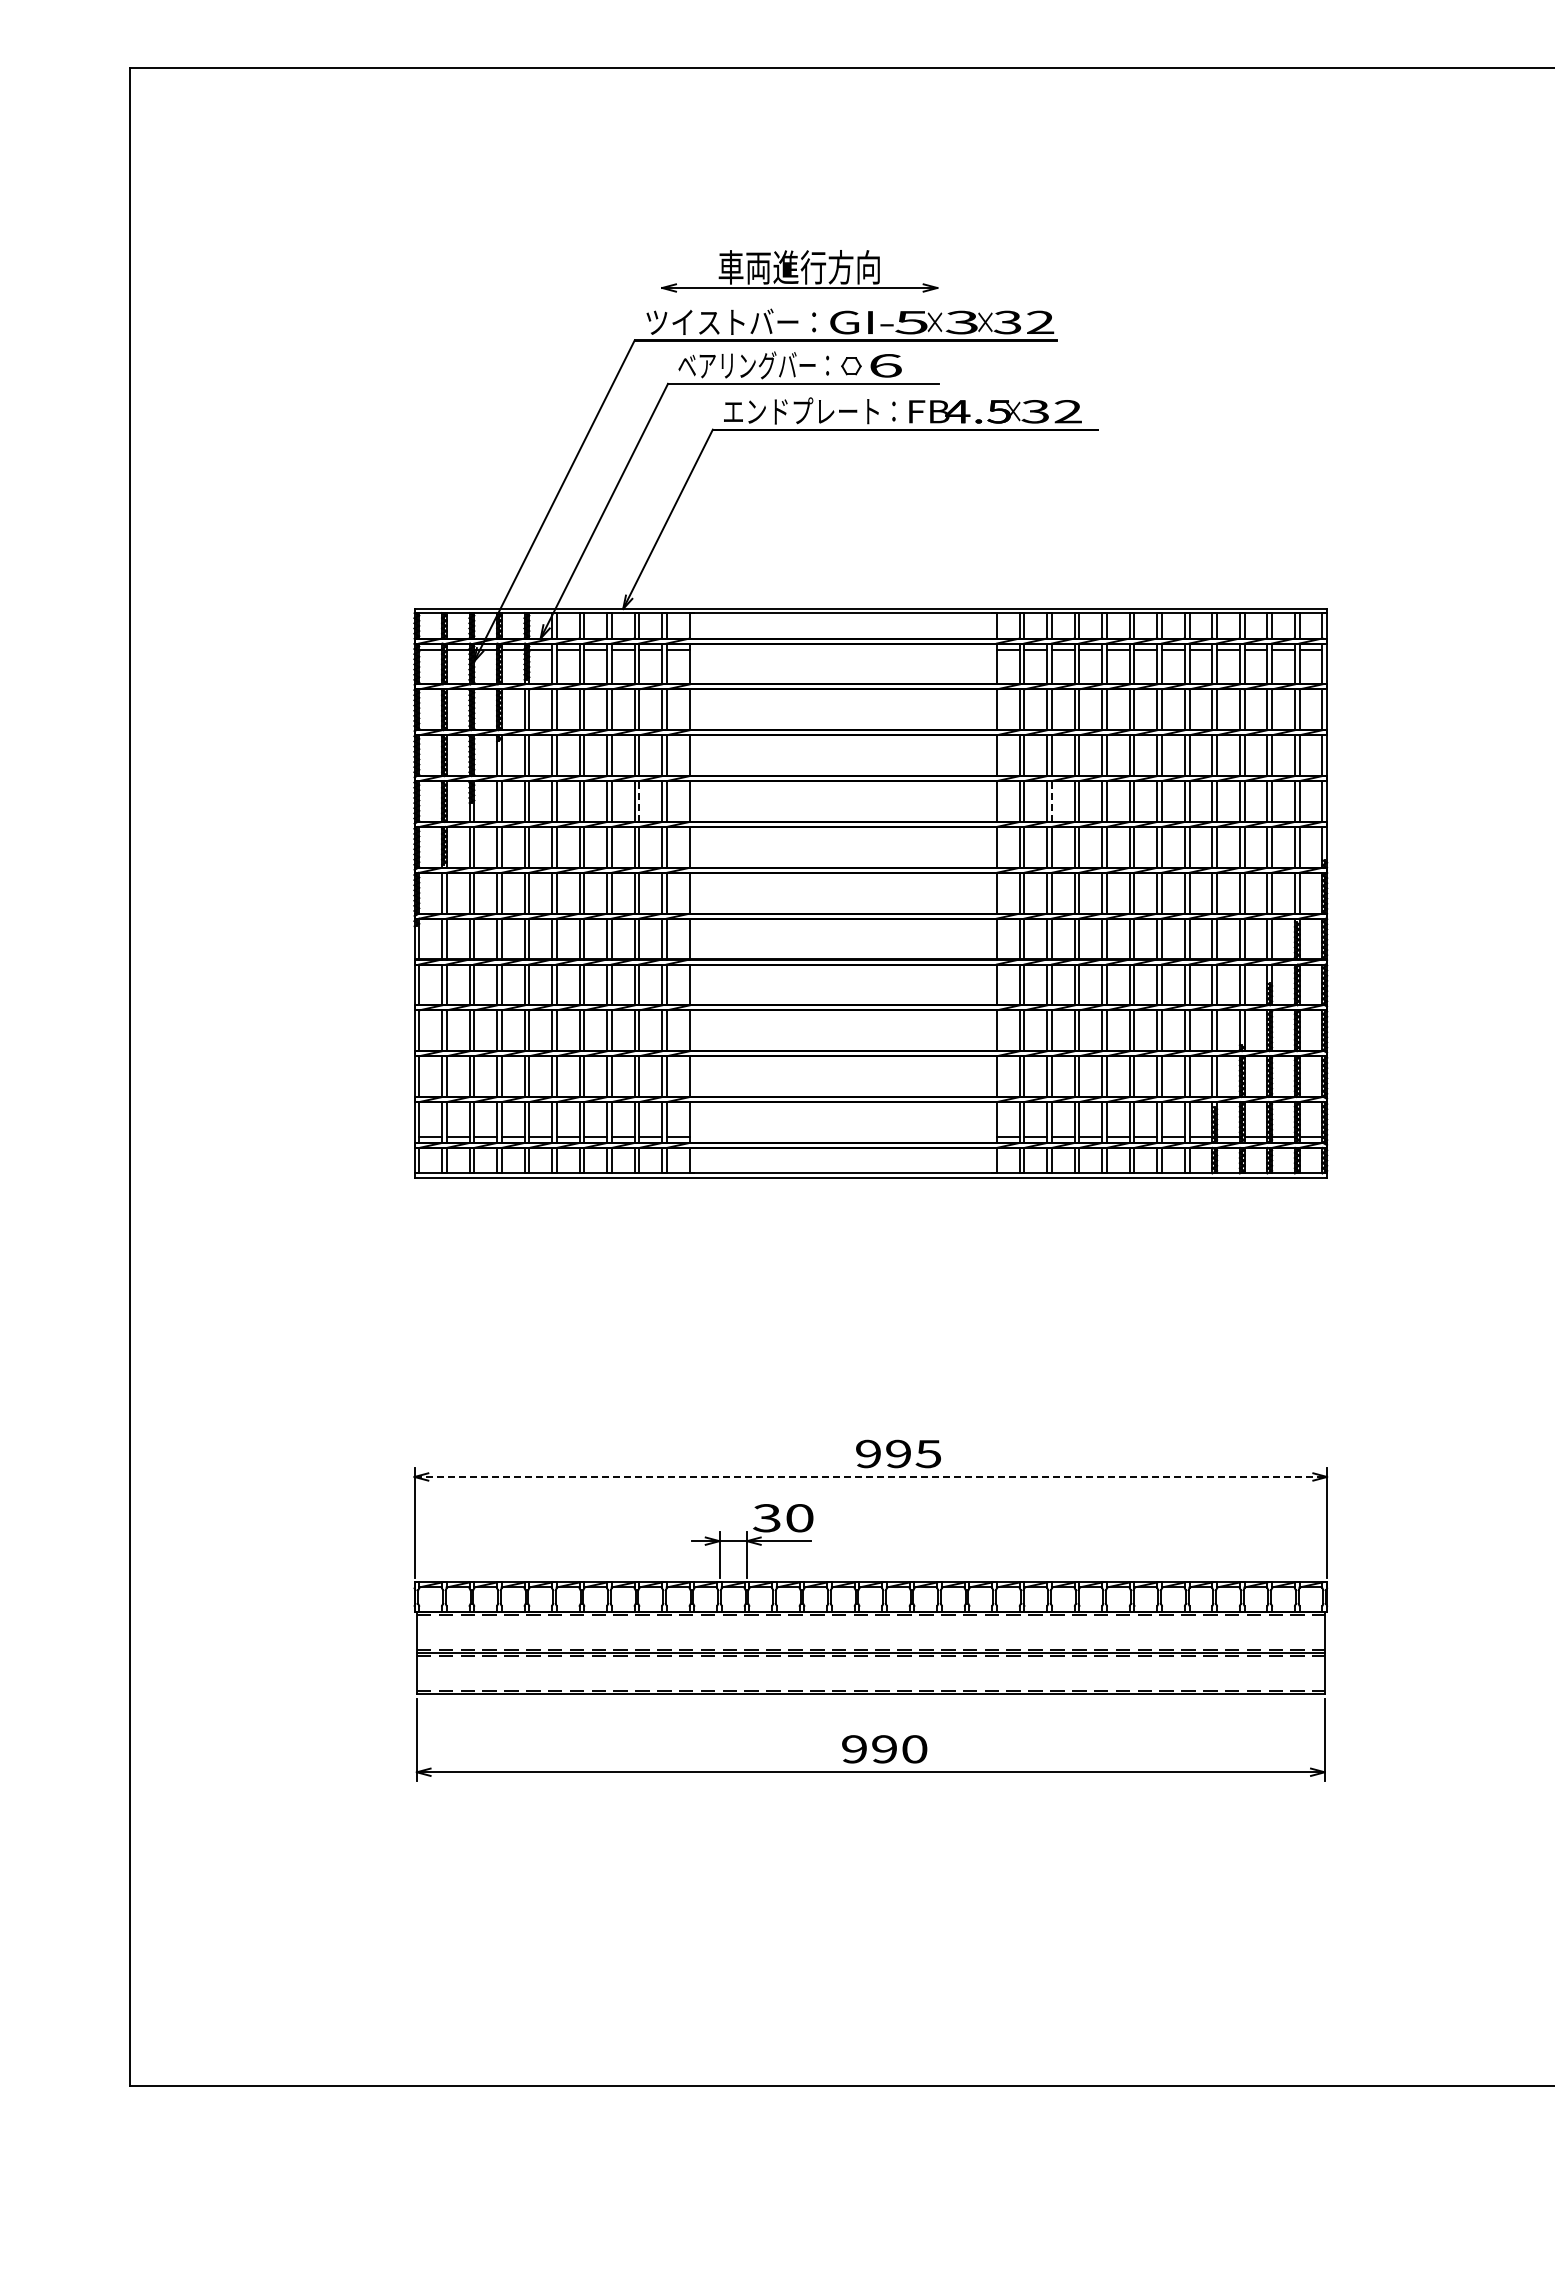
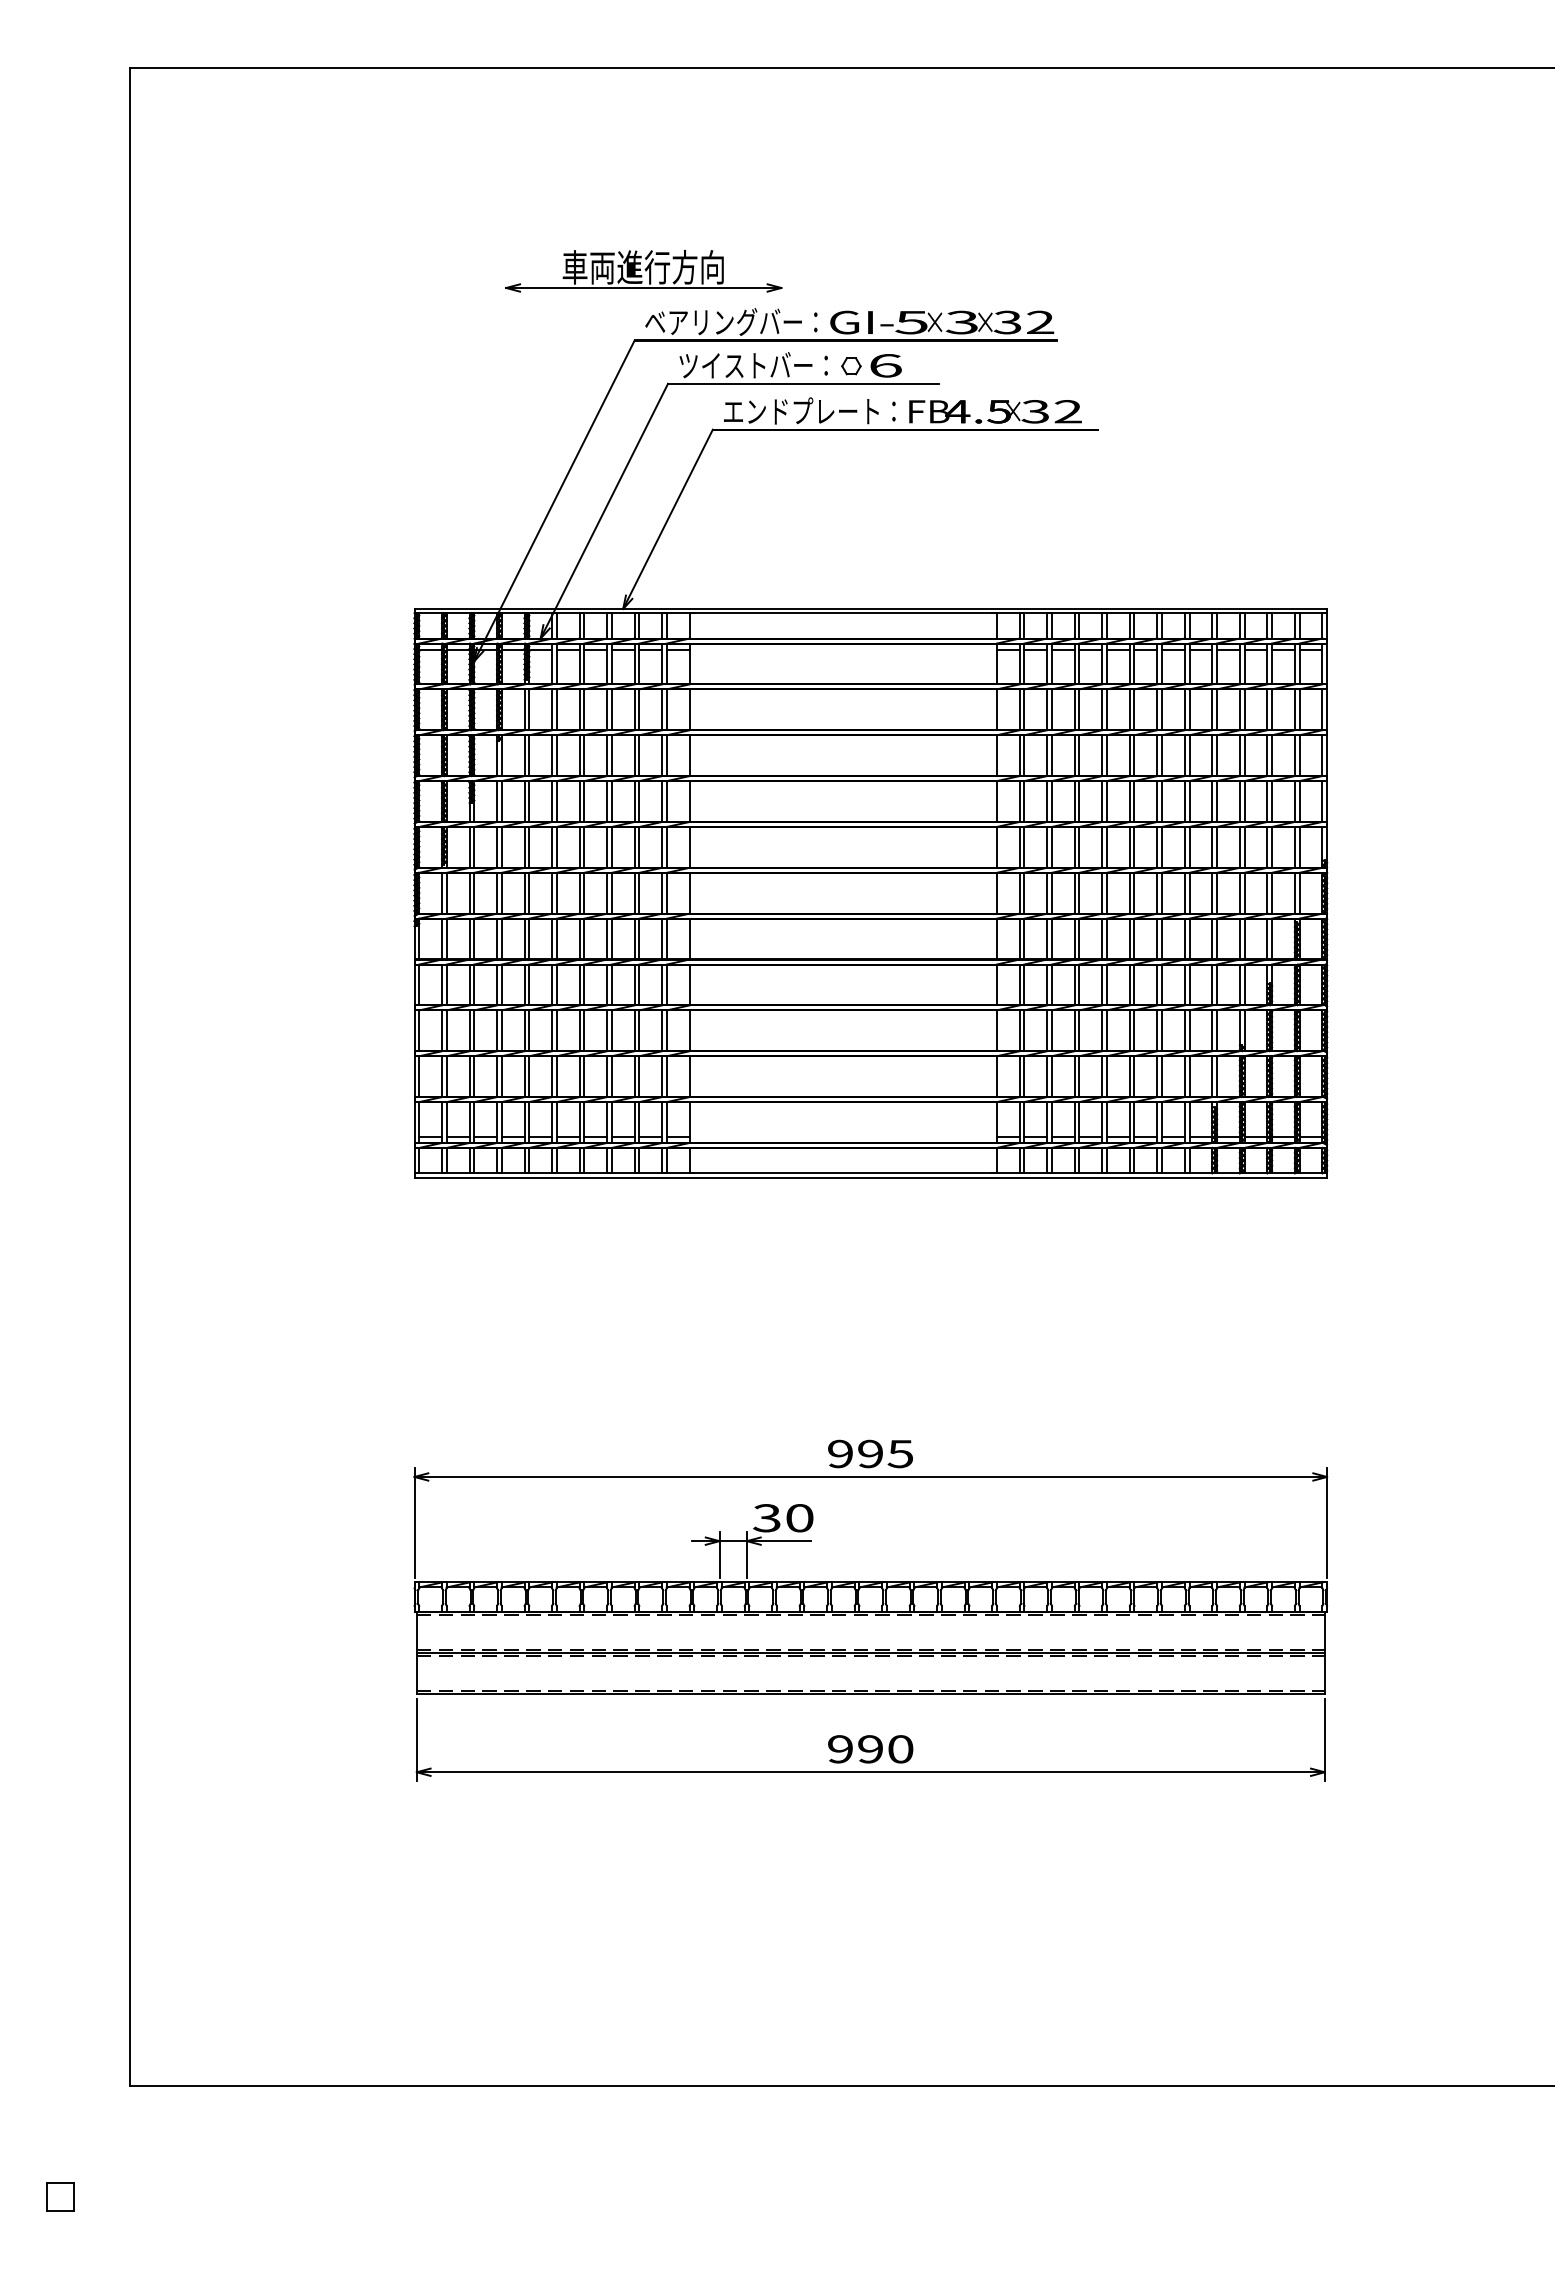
part at (799, 271) position: (799, 271) -> (643, 271)
text at (731, 321): ツイストバー： -> ベアリングバー：
text at (753, 365): ベアリングバー： -> ツイストバー：
line at (639, 801): dashed -> solid
line at (1051, 801): dashed -> solid
text at (898, 1453) position: (898, 1453) -> (870, 1453)
line at (871, 1476): dashed -> solid
text at (884, 1749) position: (884, 1749) -> (870, 1749)
part at (60, 2196): none -> present
